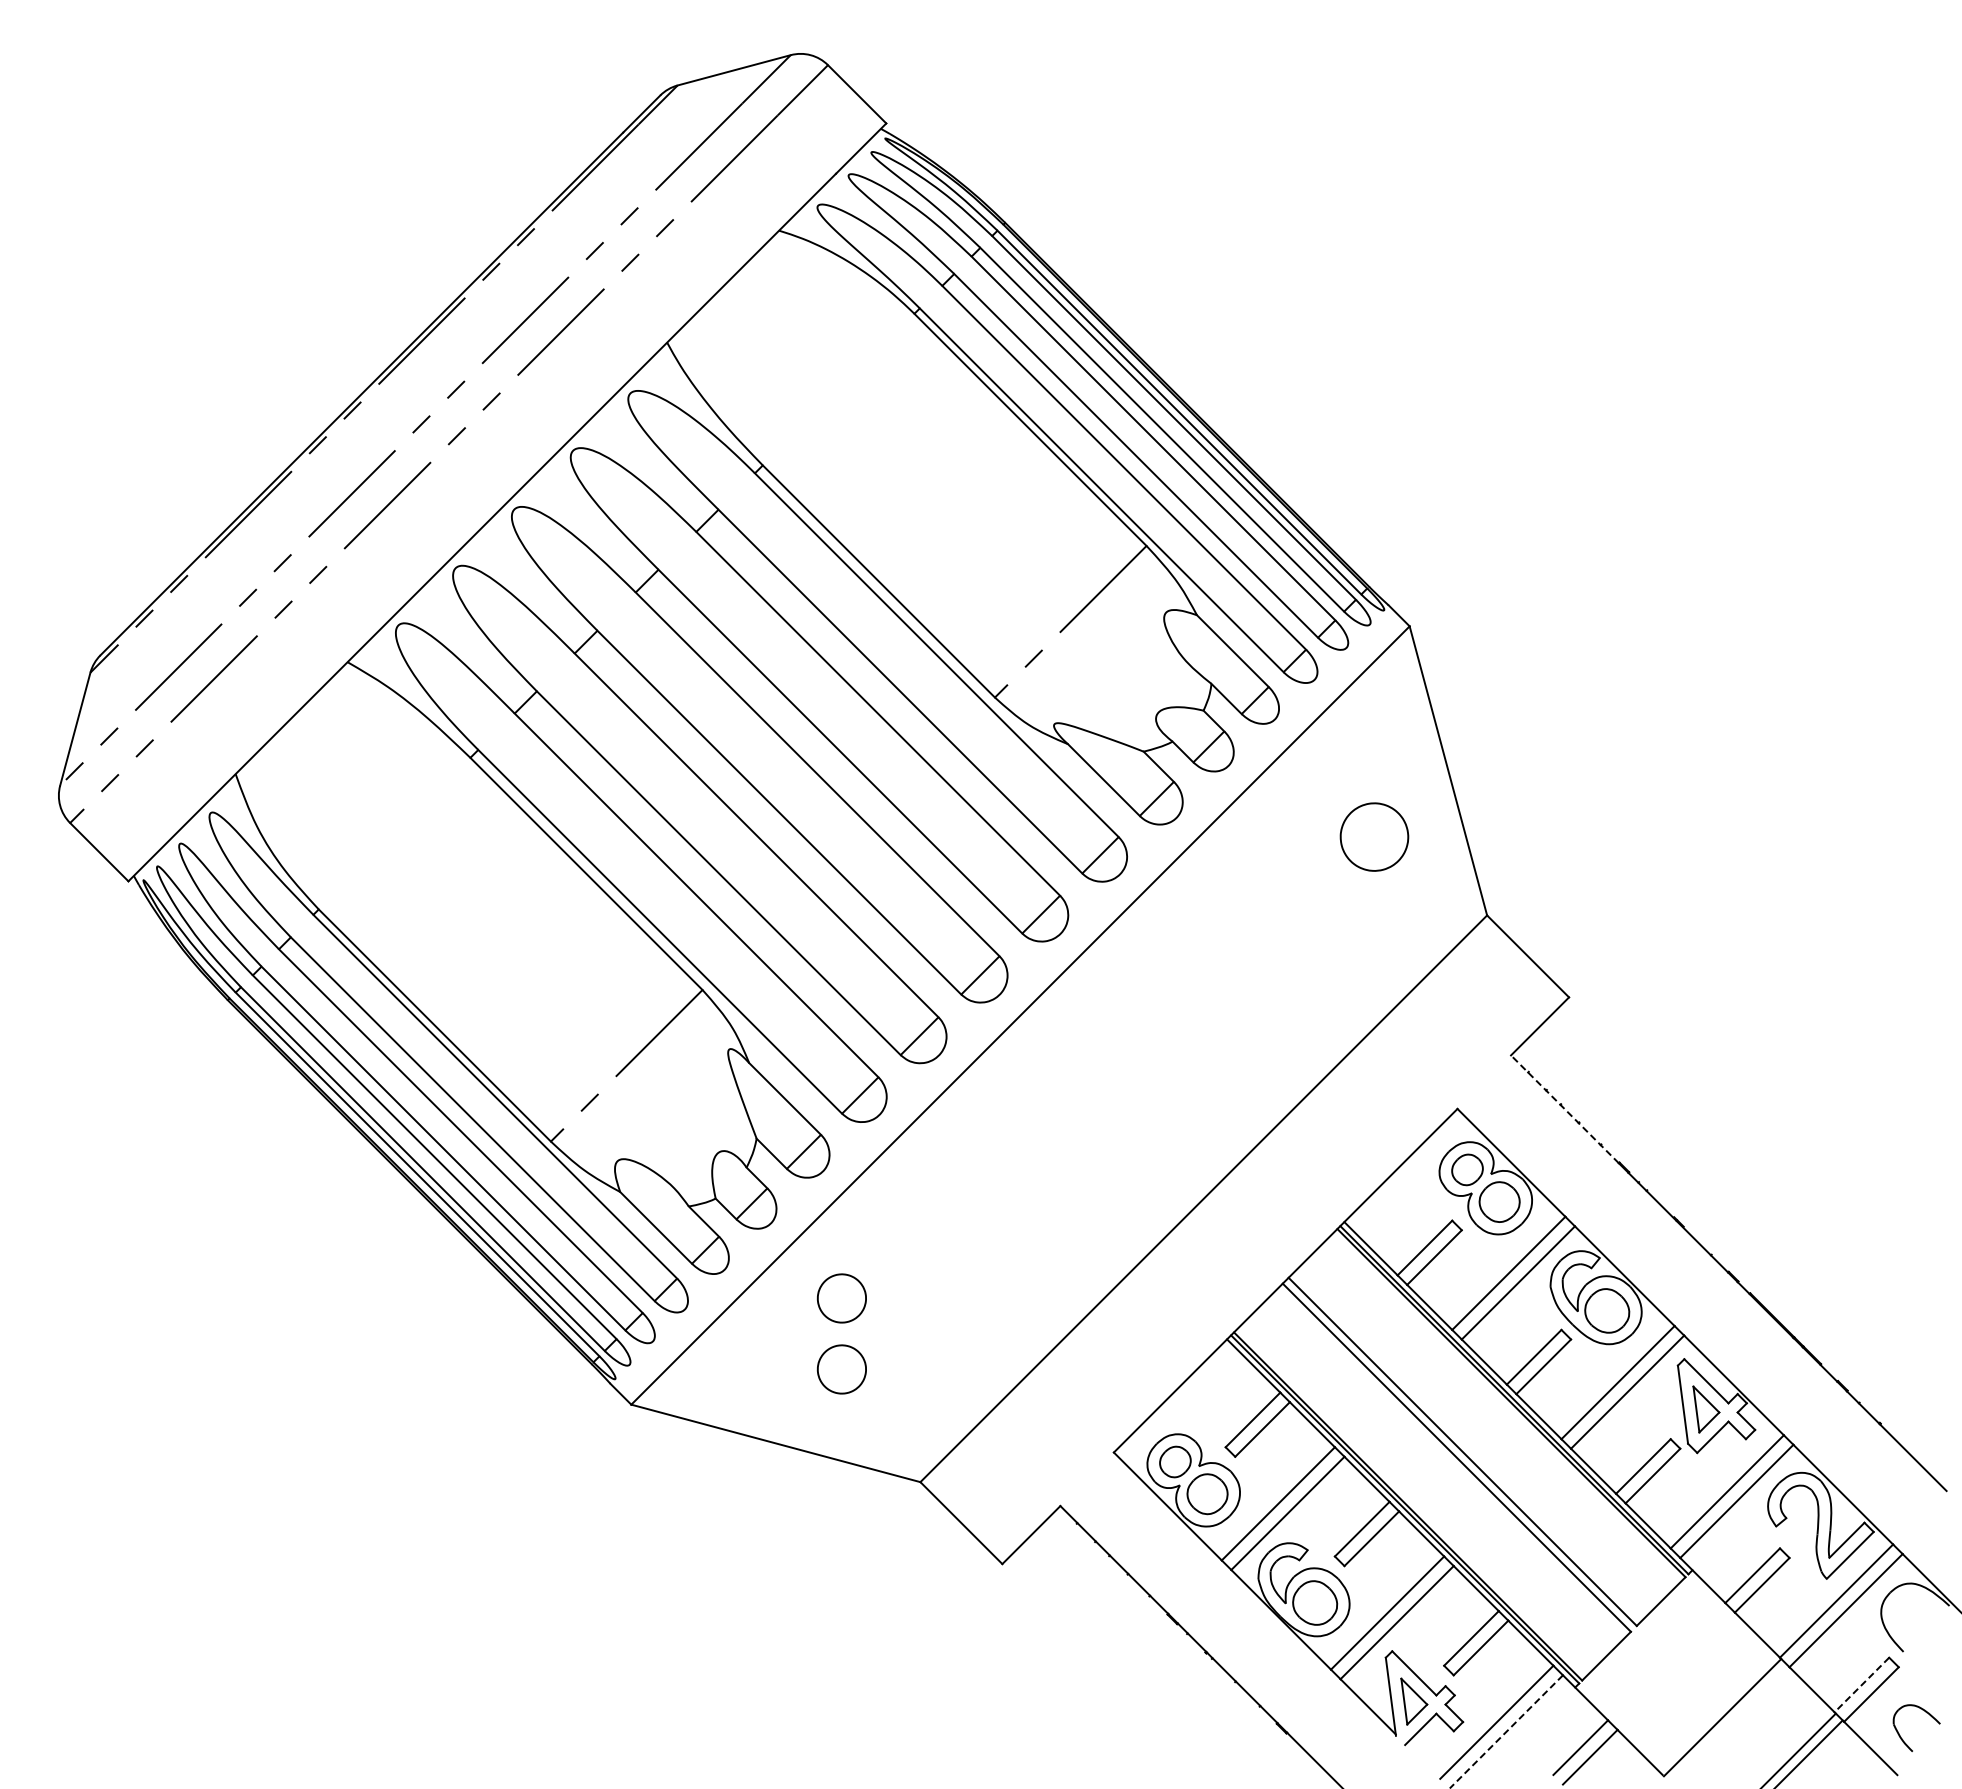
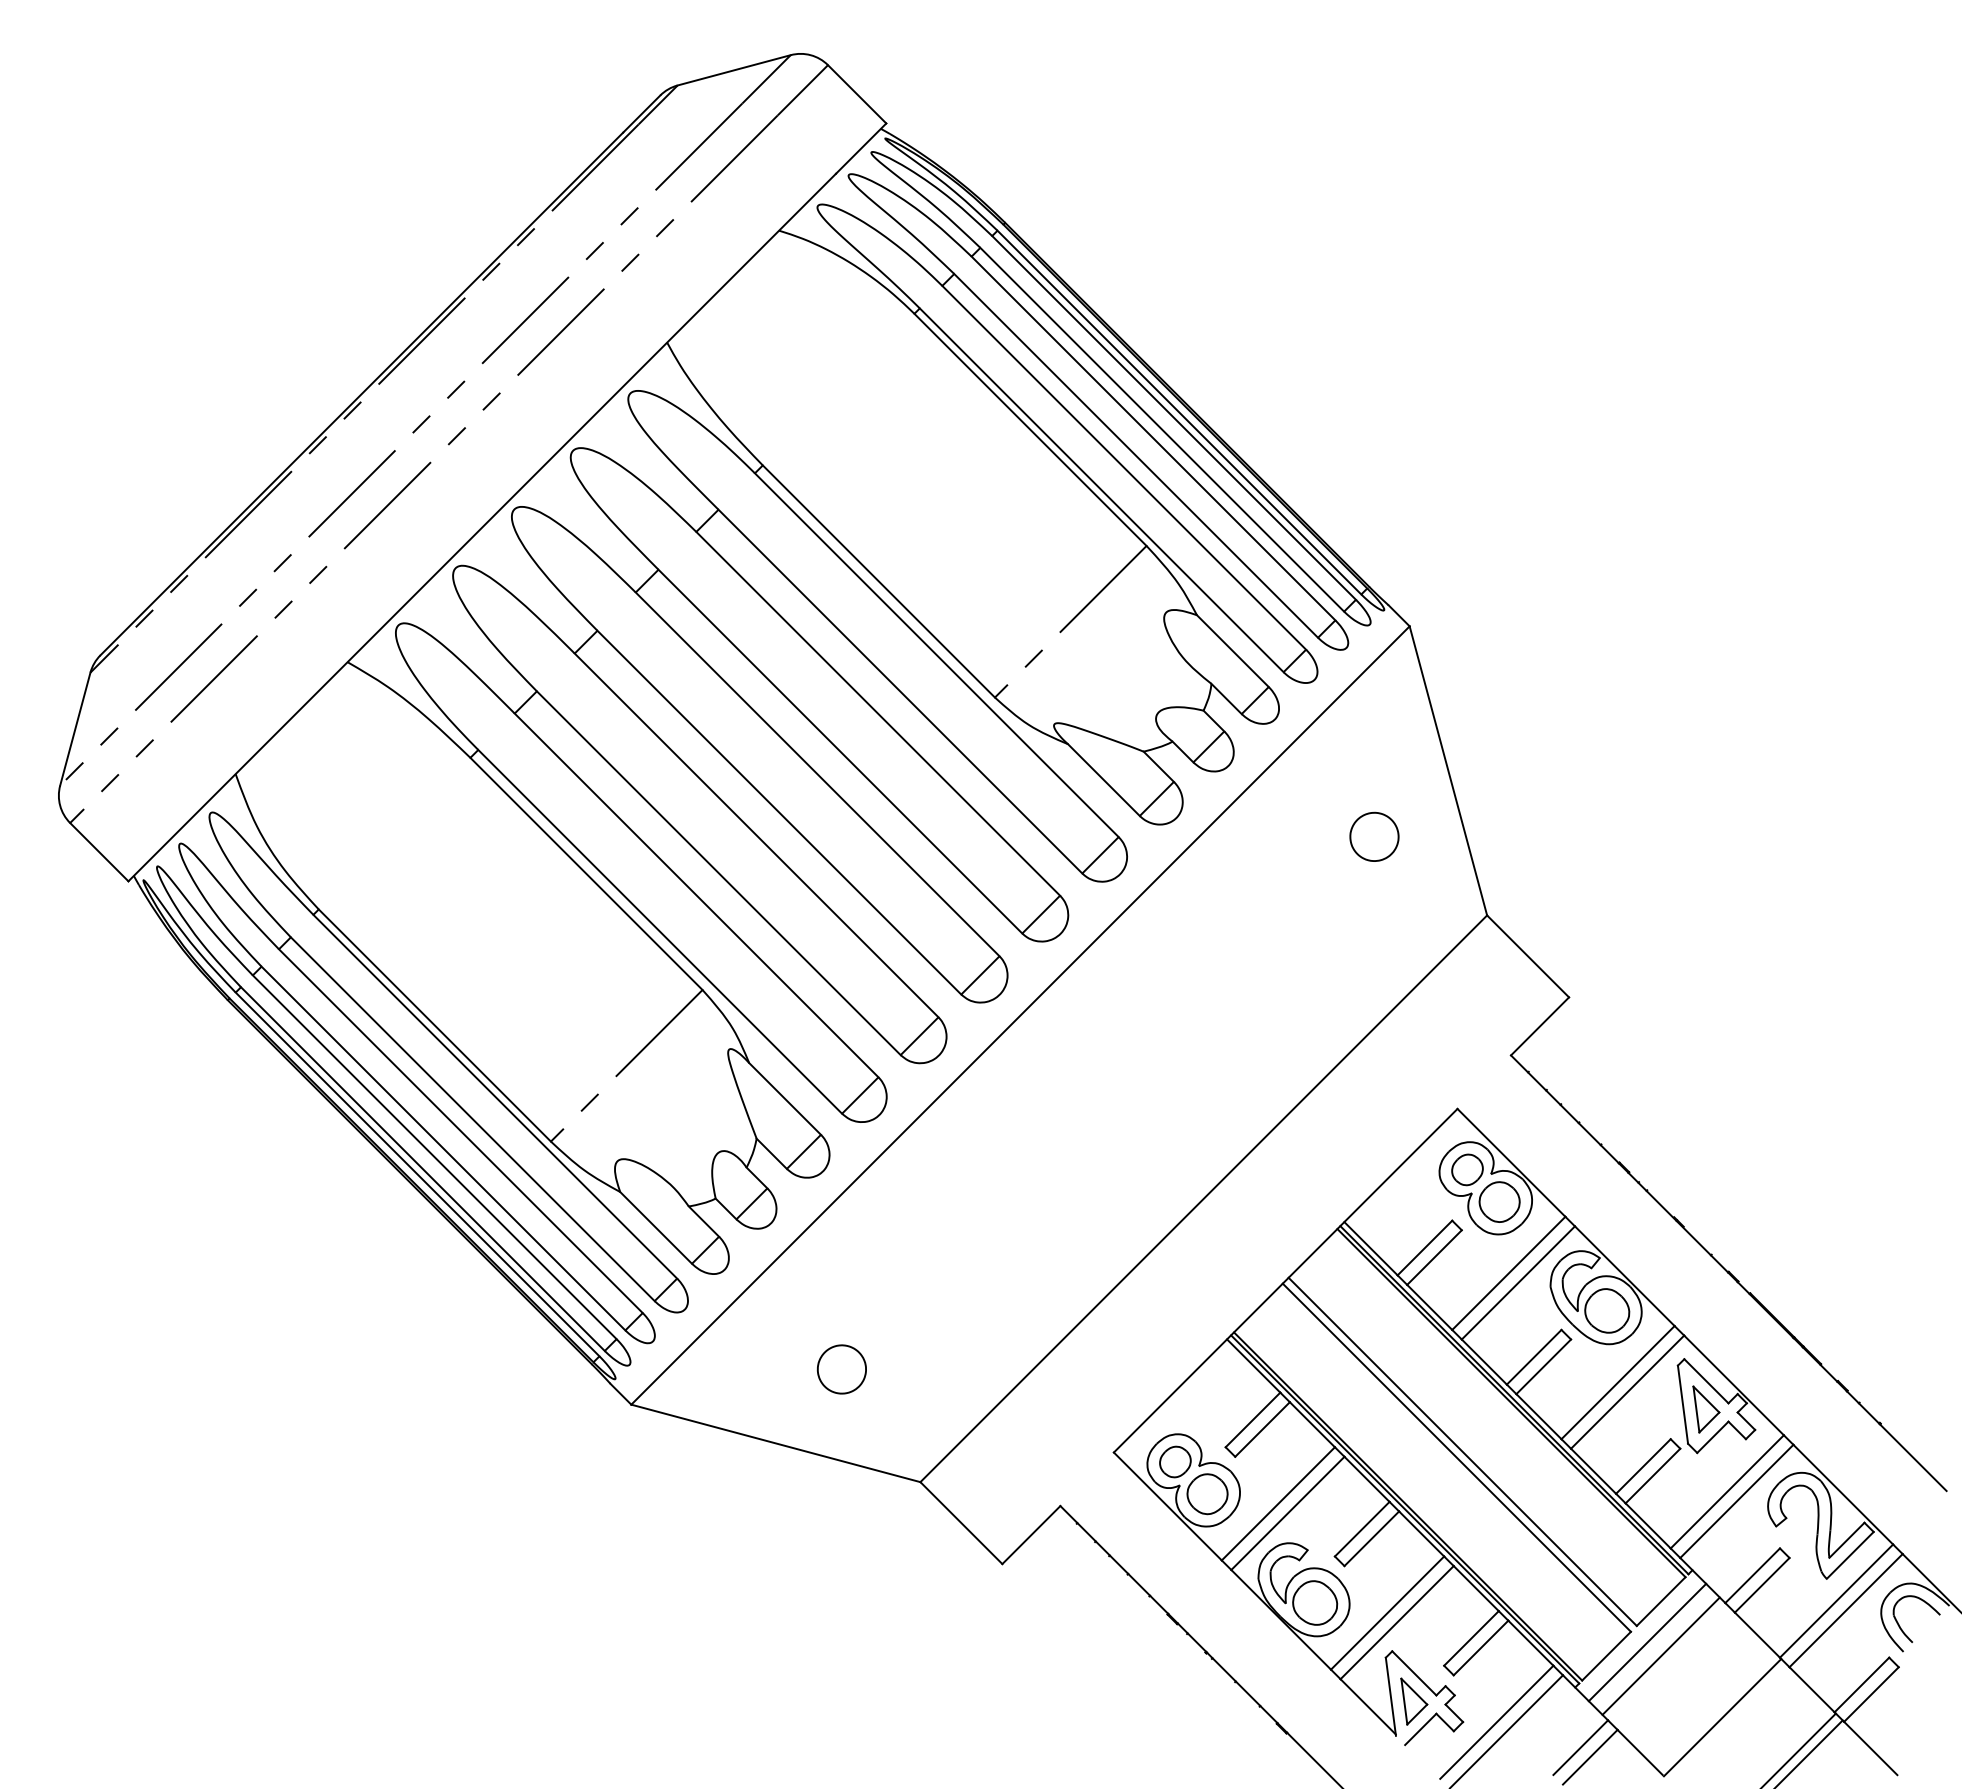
part at (1374, 836) size: 71x70 px -> 51x51 px
line at (1564, 1109): dashed -> solid
part at (841, 1298): present -> none
line at (1647, 1642): none -> present
line at (1660, 1655): none -> present
line at (1861, 1684): dashed -> solid
part at (1926, 1713) position: (1926, 1713) -> (1926, 1604)
line at (1506, 1732): dashed -> solid
